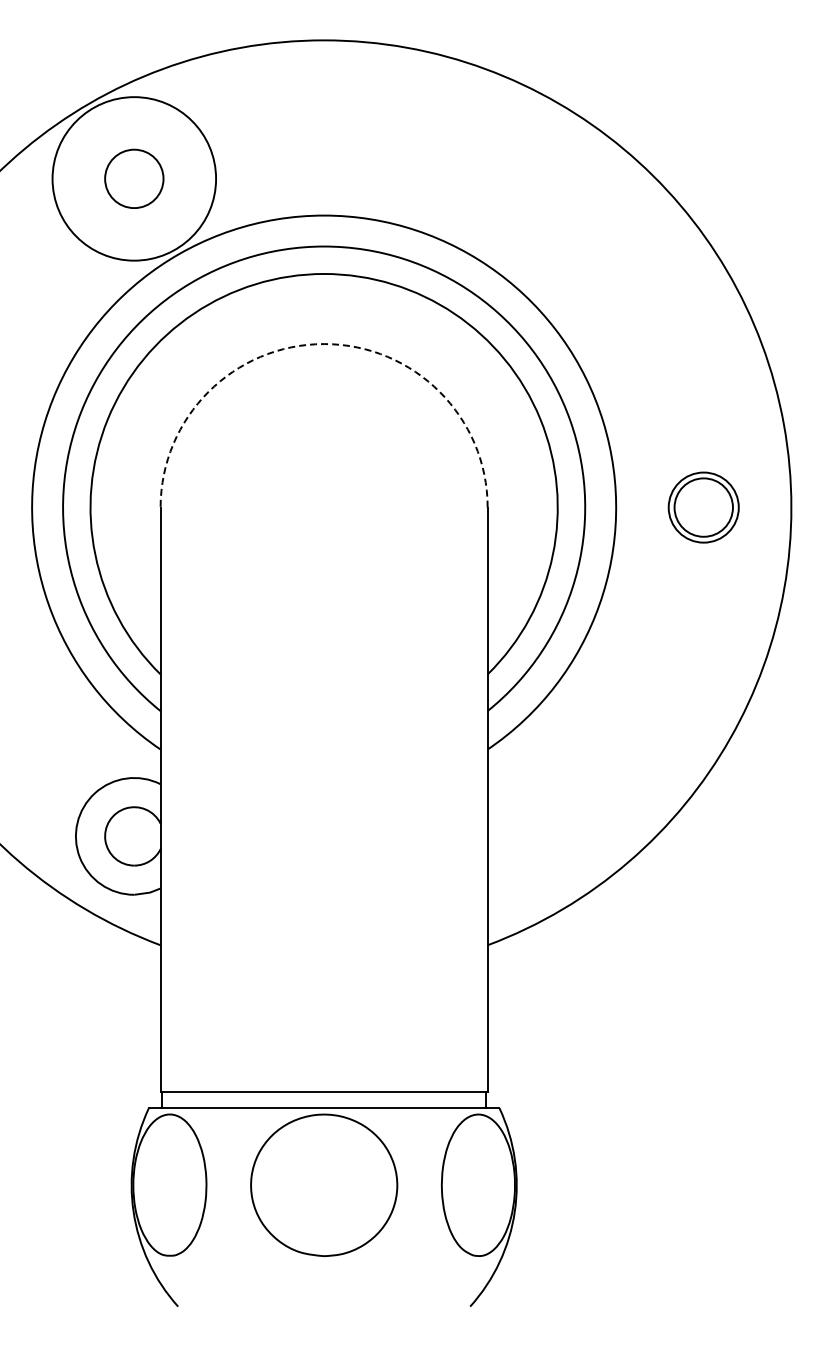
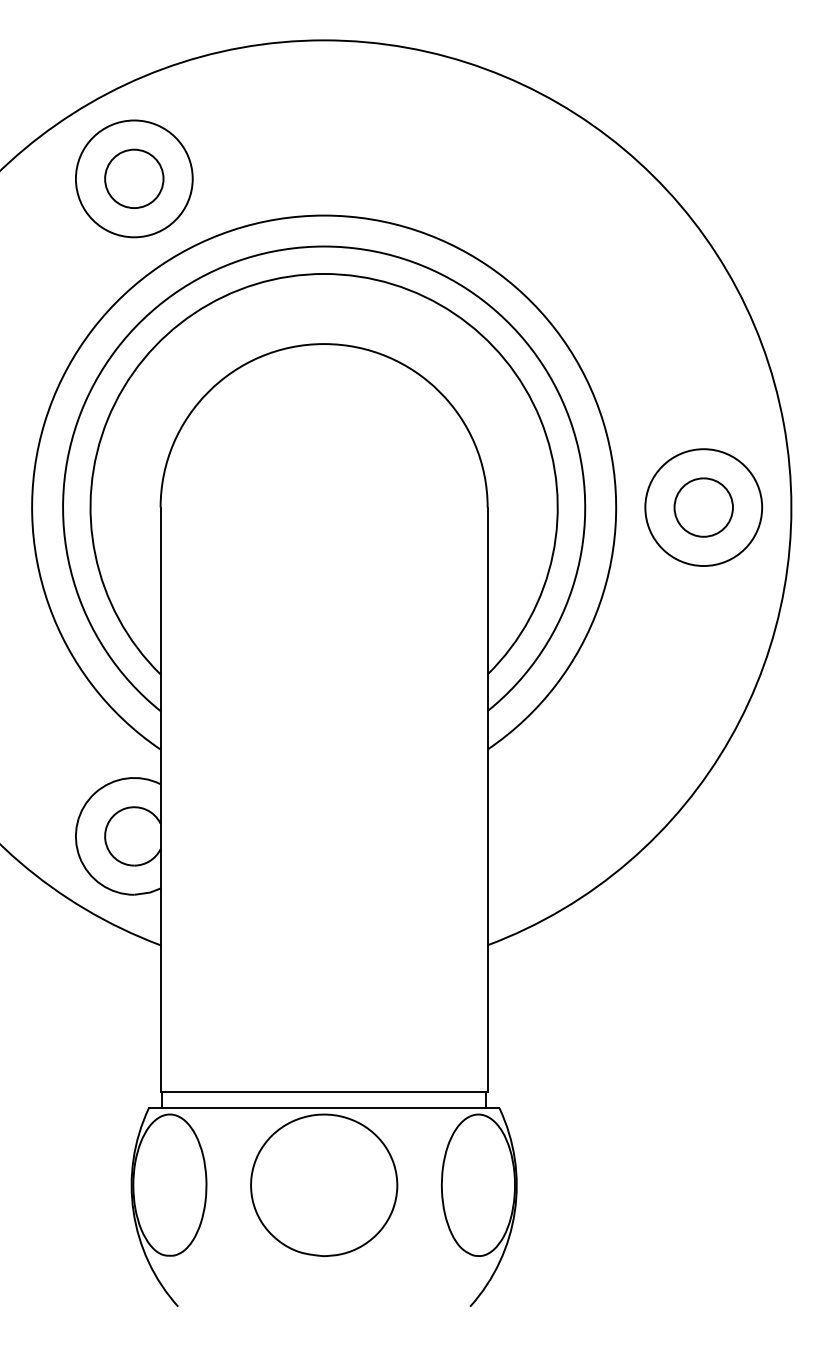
circle at (134, 178) diameter: 164 px -> 117 px
arc at (324, 344): dashed -> solid
circle at (703, 507) diameter: 70 px -> 117 px
